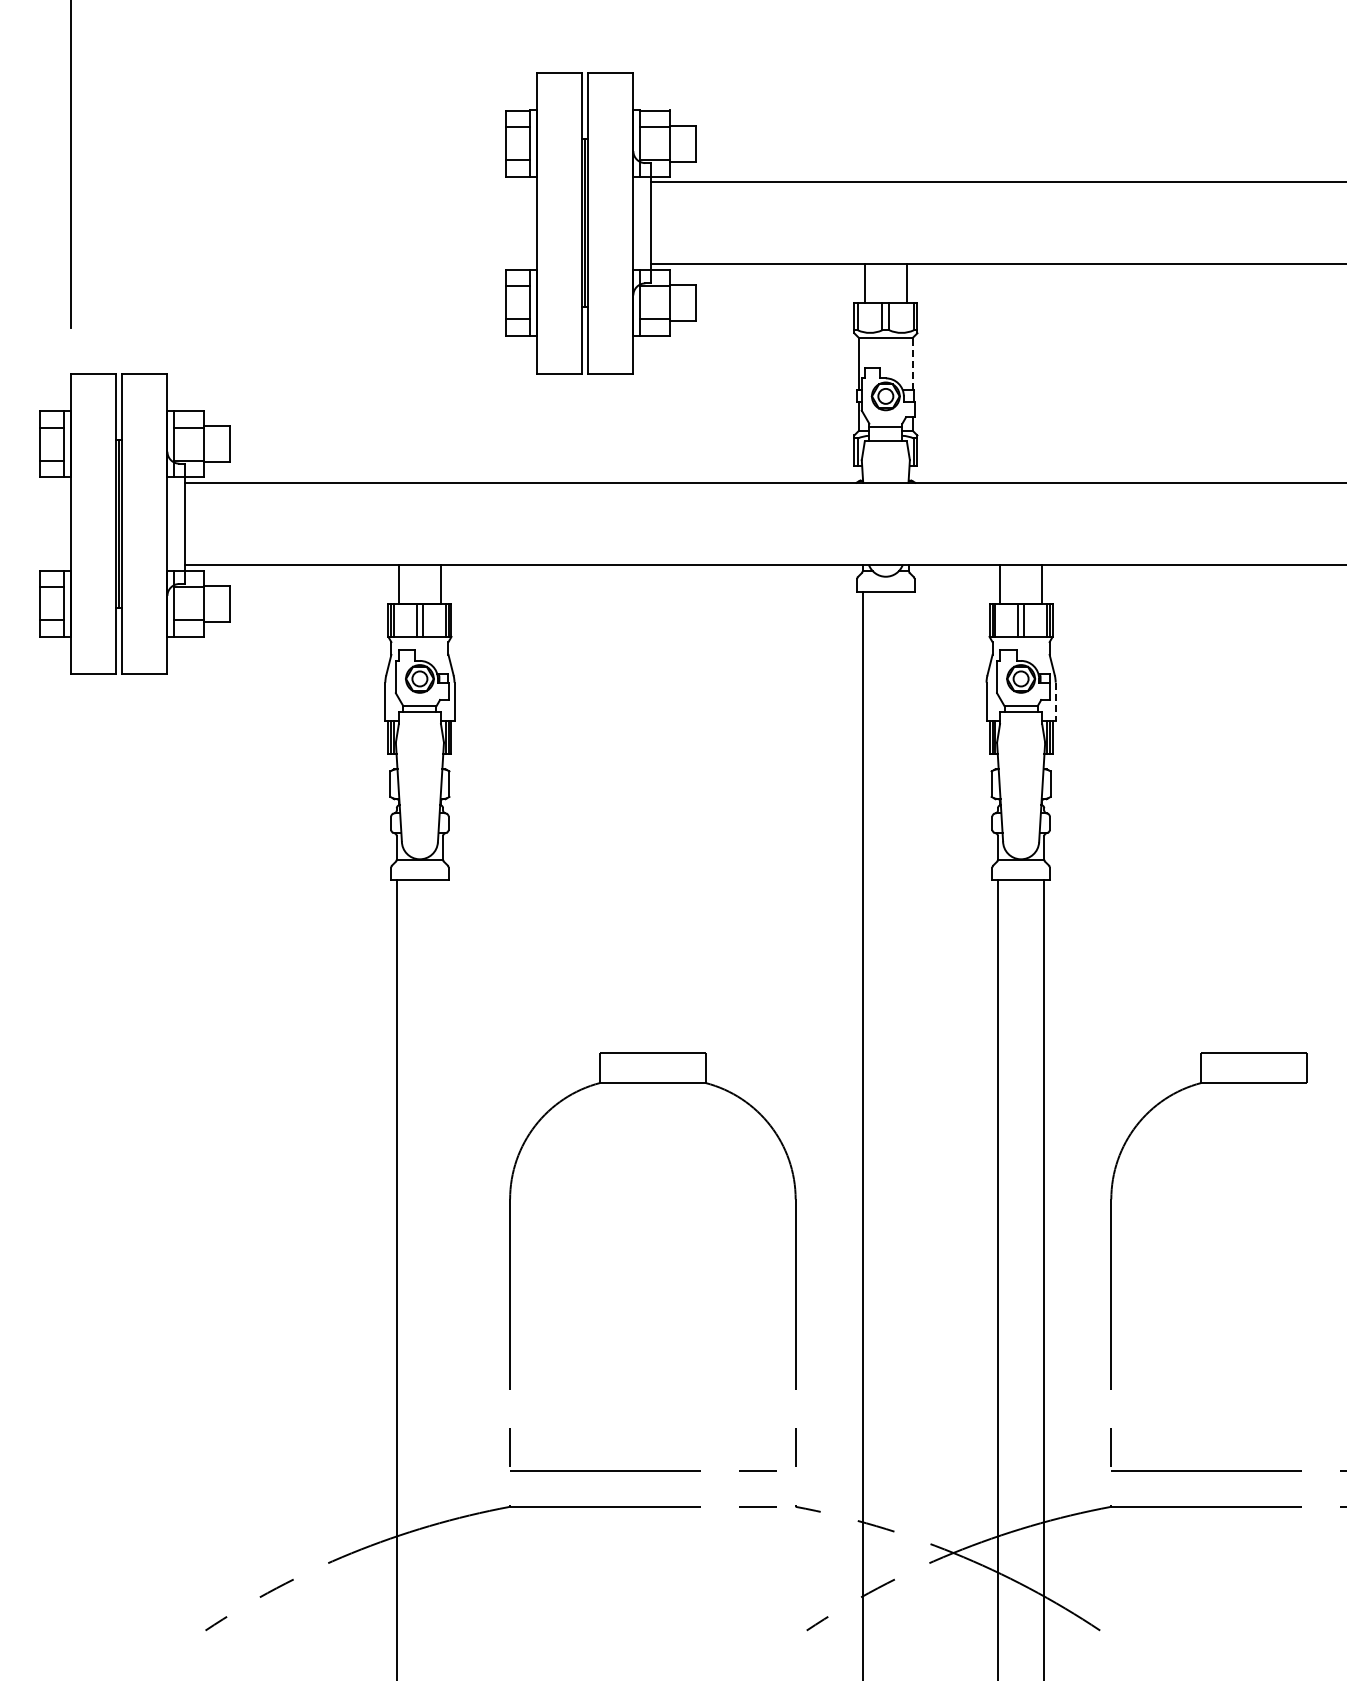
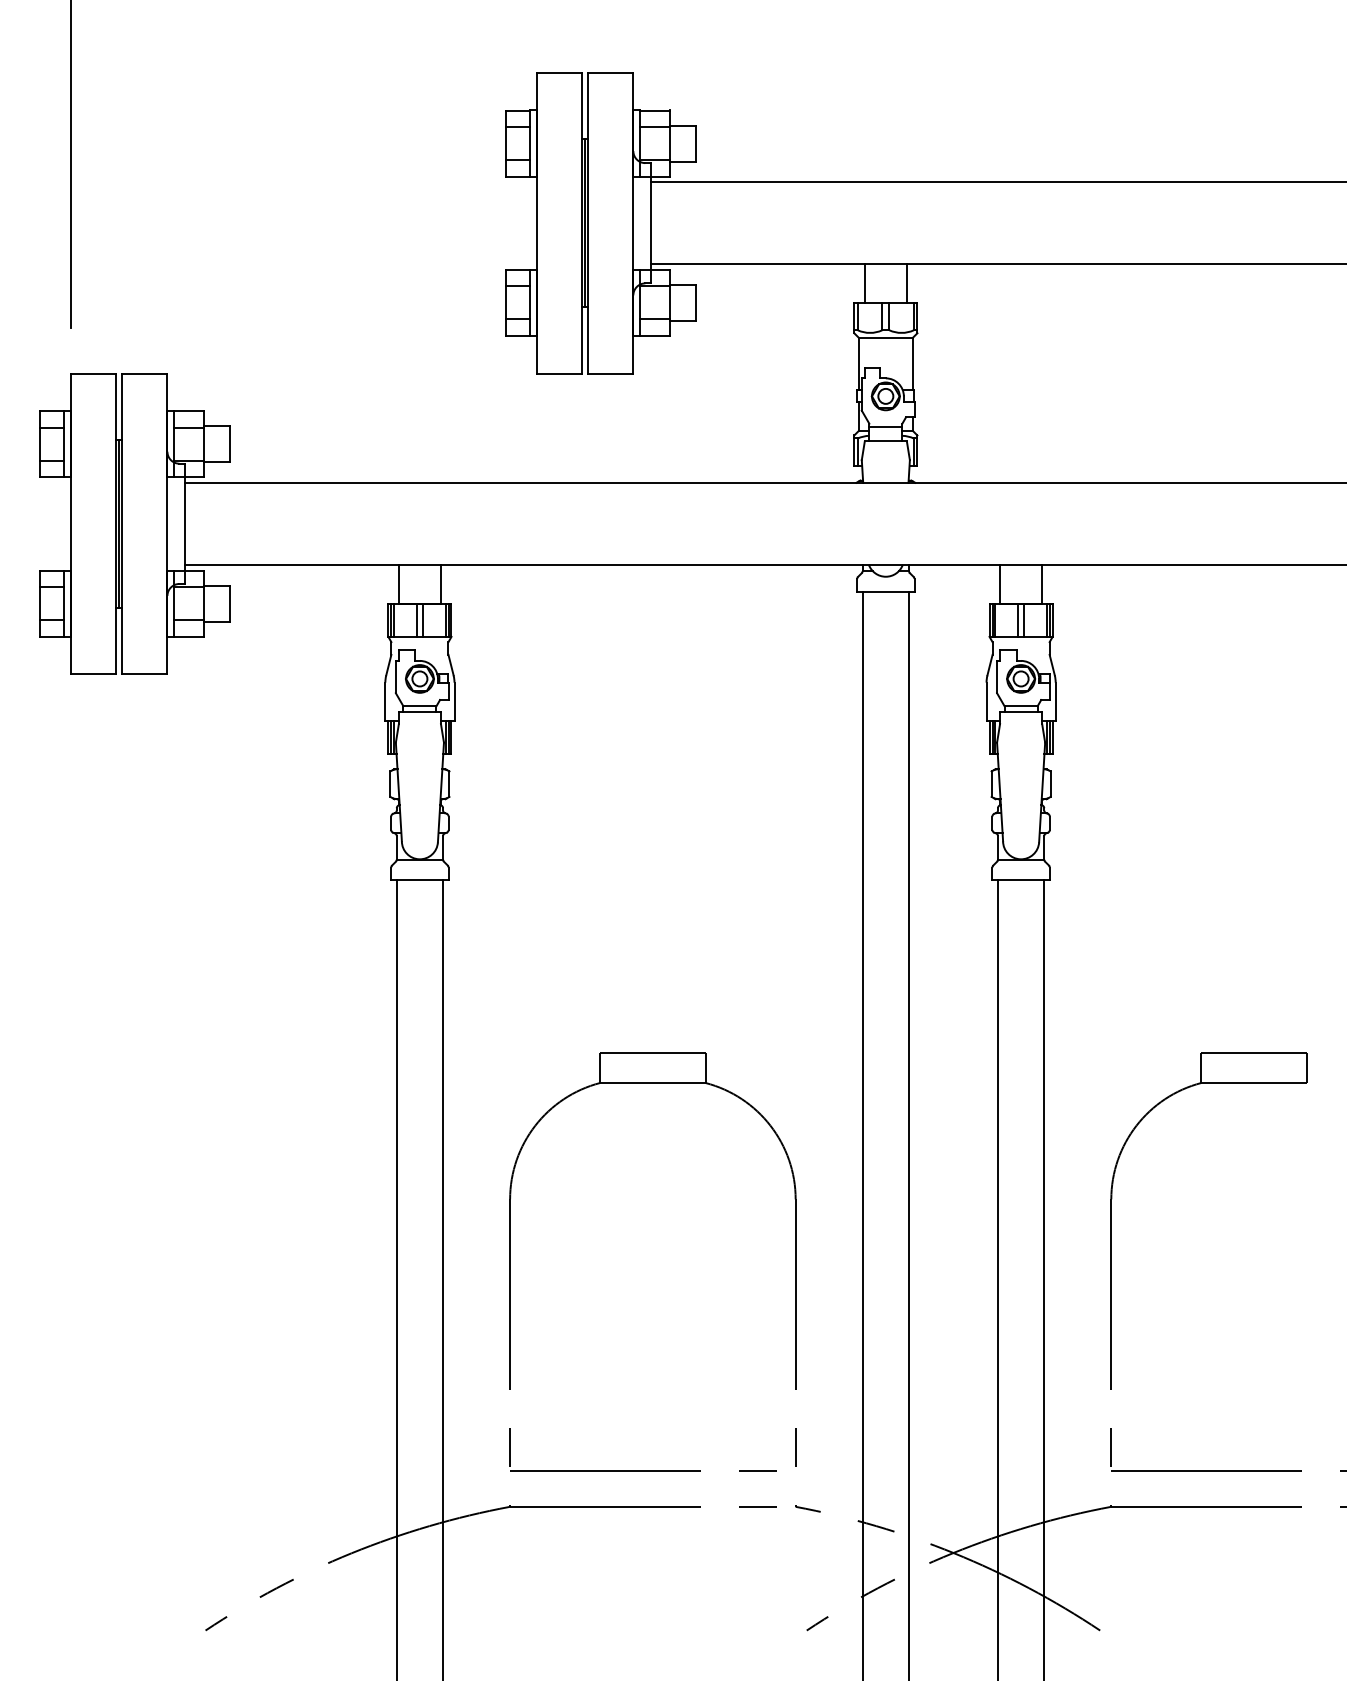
line at (912, 363): dashed -> solid
line at (1055, 702): dashed -> solid
line at (909, 1134): none -> present
line at (443, 1278): none -> present
